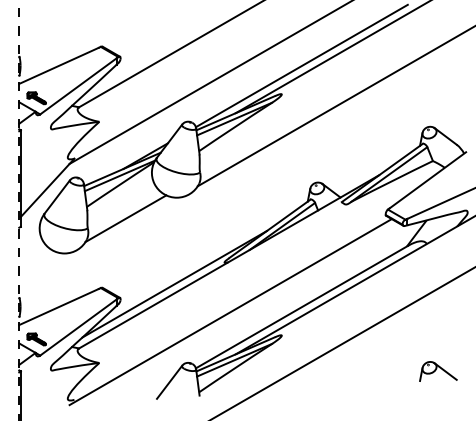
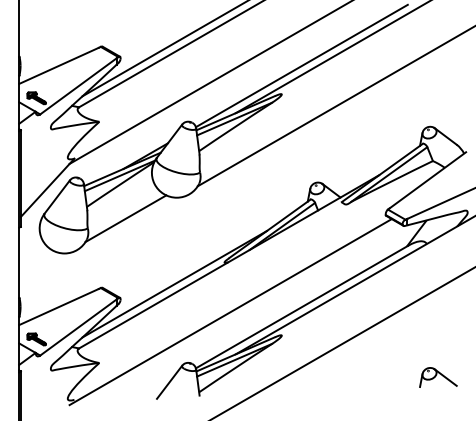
line at (163, 49): none -> present
line at (19, 210): dashed -> solid
part at (438, 371) position: (438, 371) -> (438, 377)
